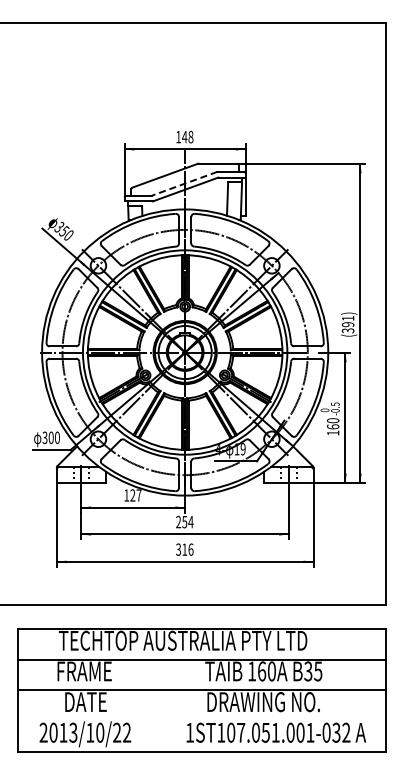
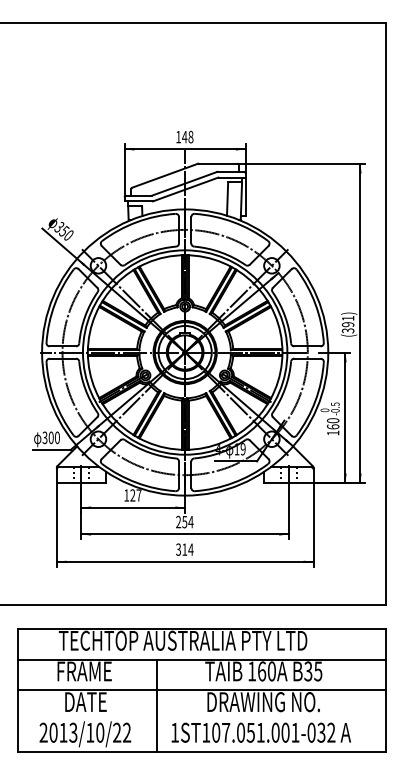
line at (184, 183): dashed -> solid
text at (190, 549): 316 -> 314
line at (157, 705): none -> present
text at (275, 732) position: (275, 732) -> (260, 732)
